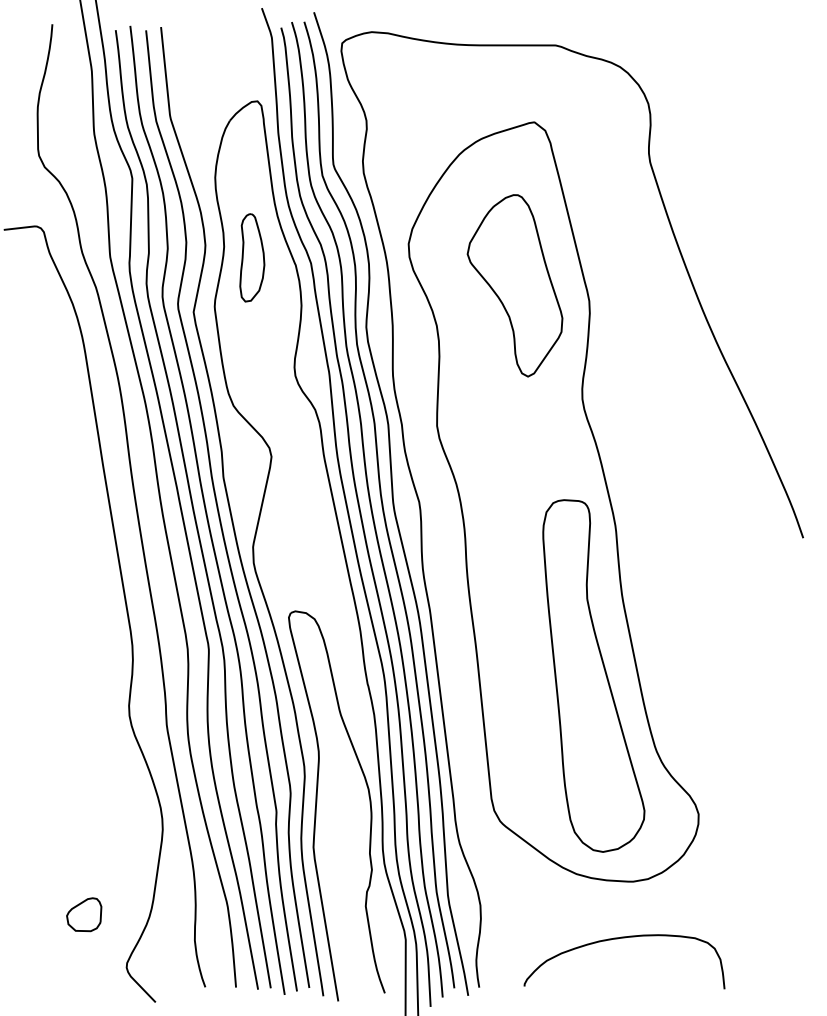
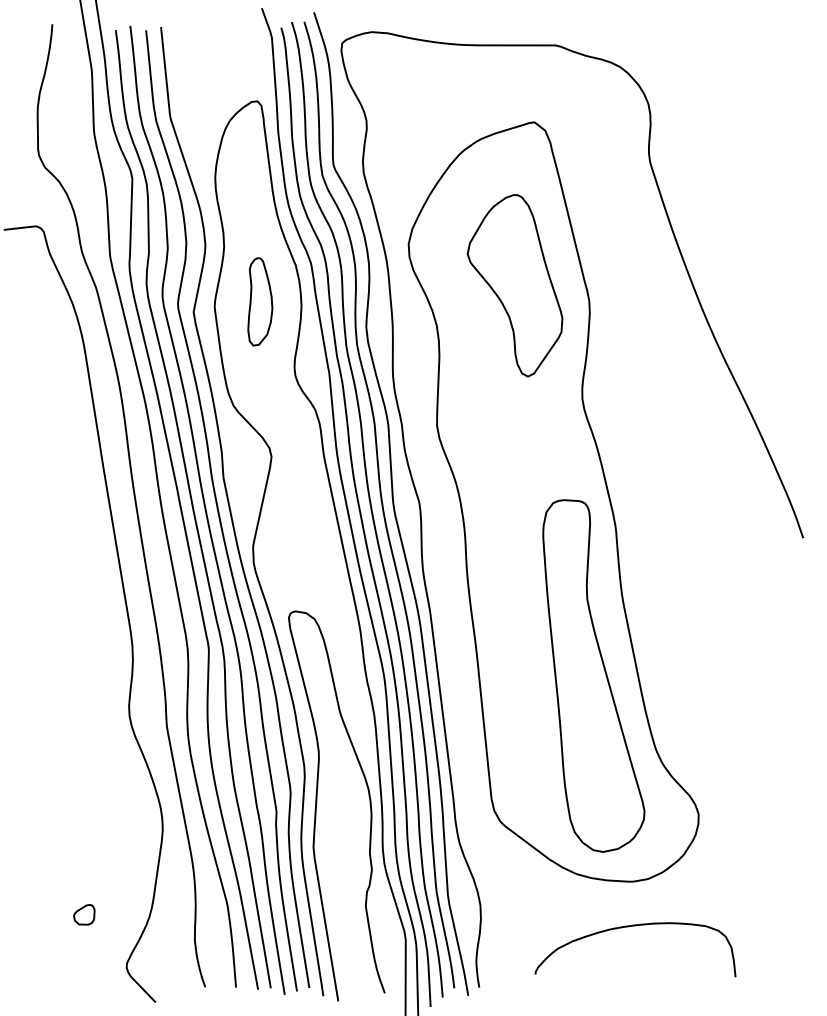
part at (252, 257) position: (252, 257) -> (260, 301)
part at (84, 914) size: 37x36 px -> 23x22 px
curve at (618, 939) position: (618, 939) -> (629, 927)
